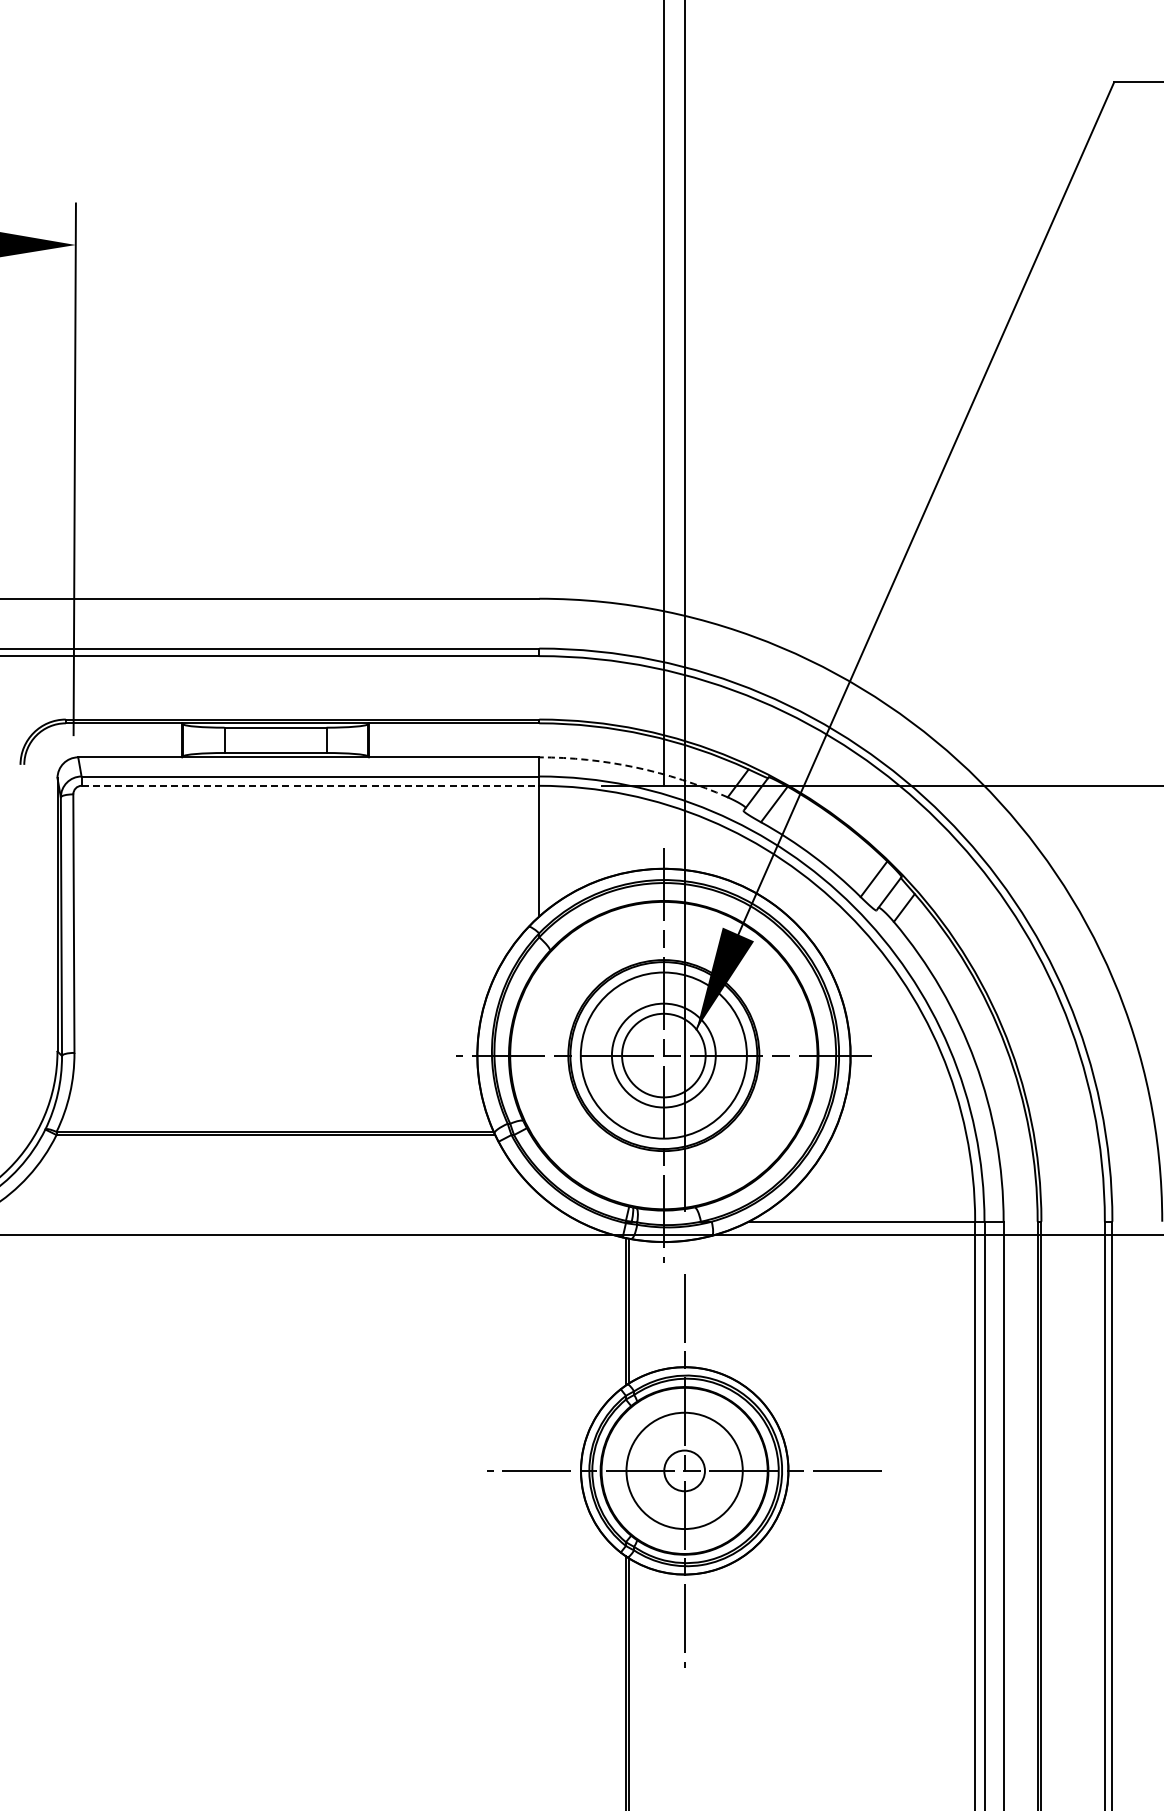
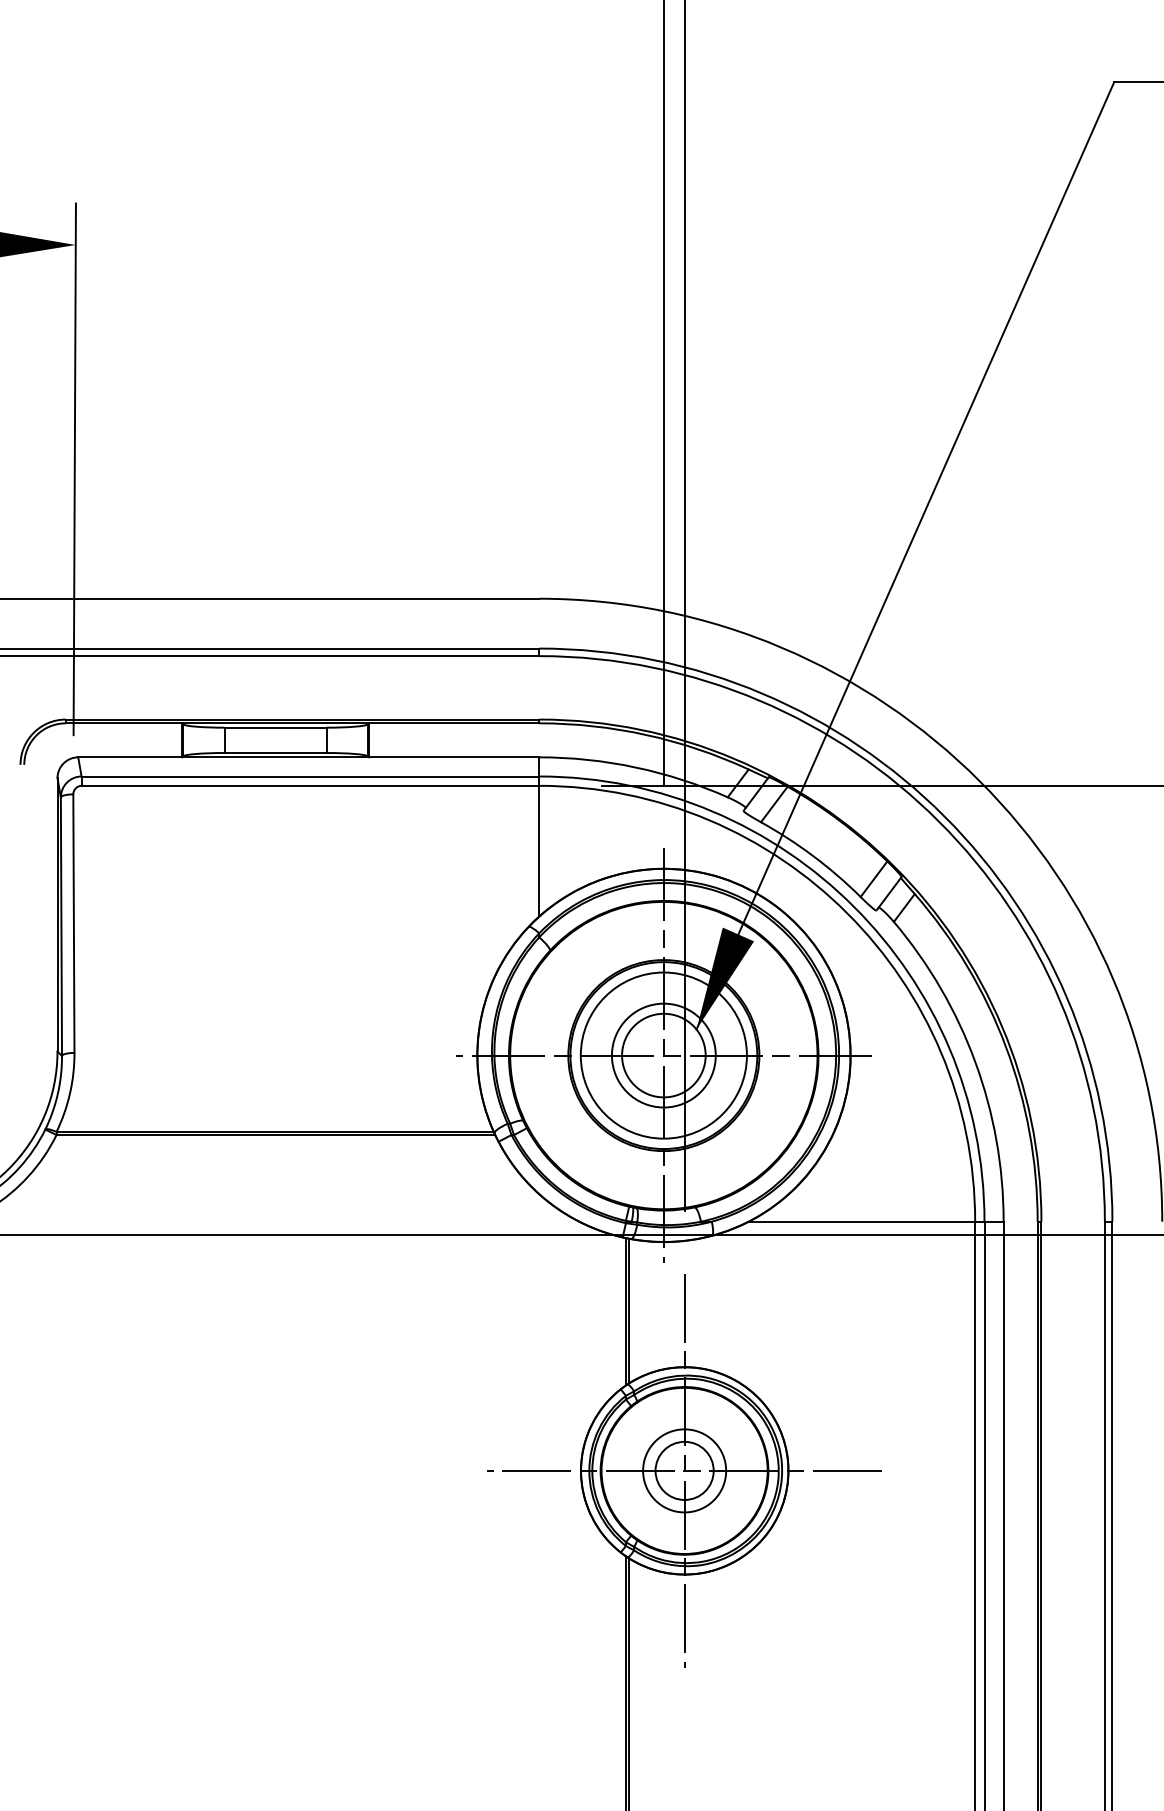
arc at (635, 767): dashed -> solid
line at (310, 785): dashed -> solid
circle at (684, 1470) diameter: 116 px -> 83 px
circle at (684, 1470) diameter: 41 px -> 58 px
